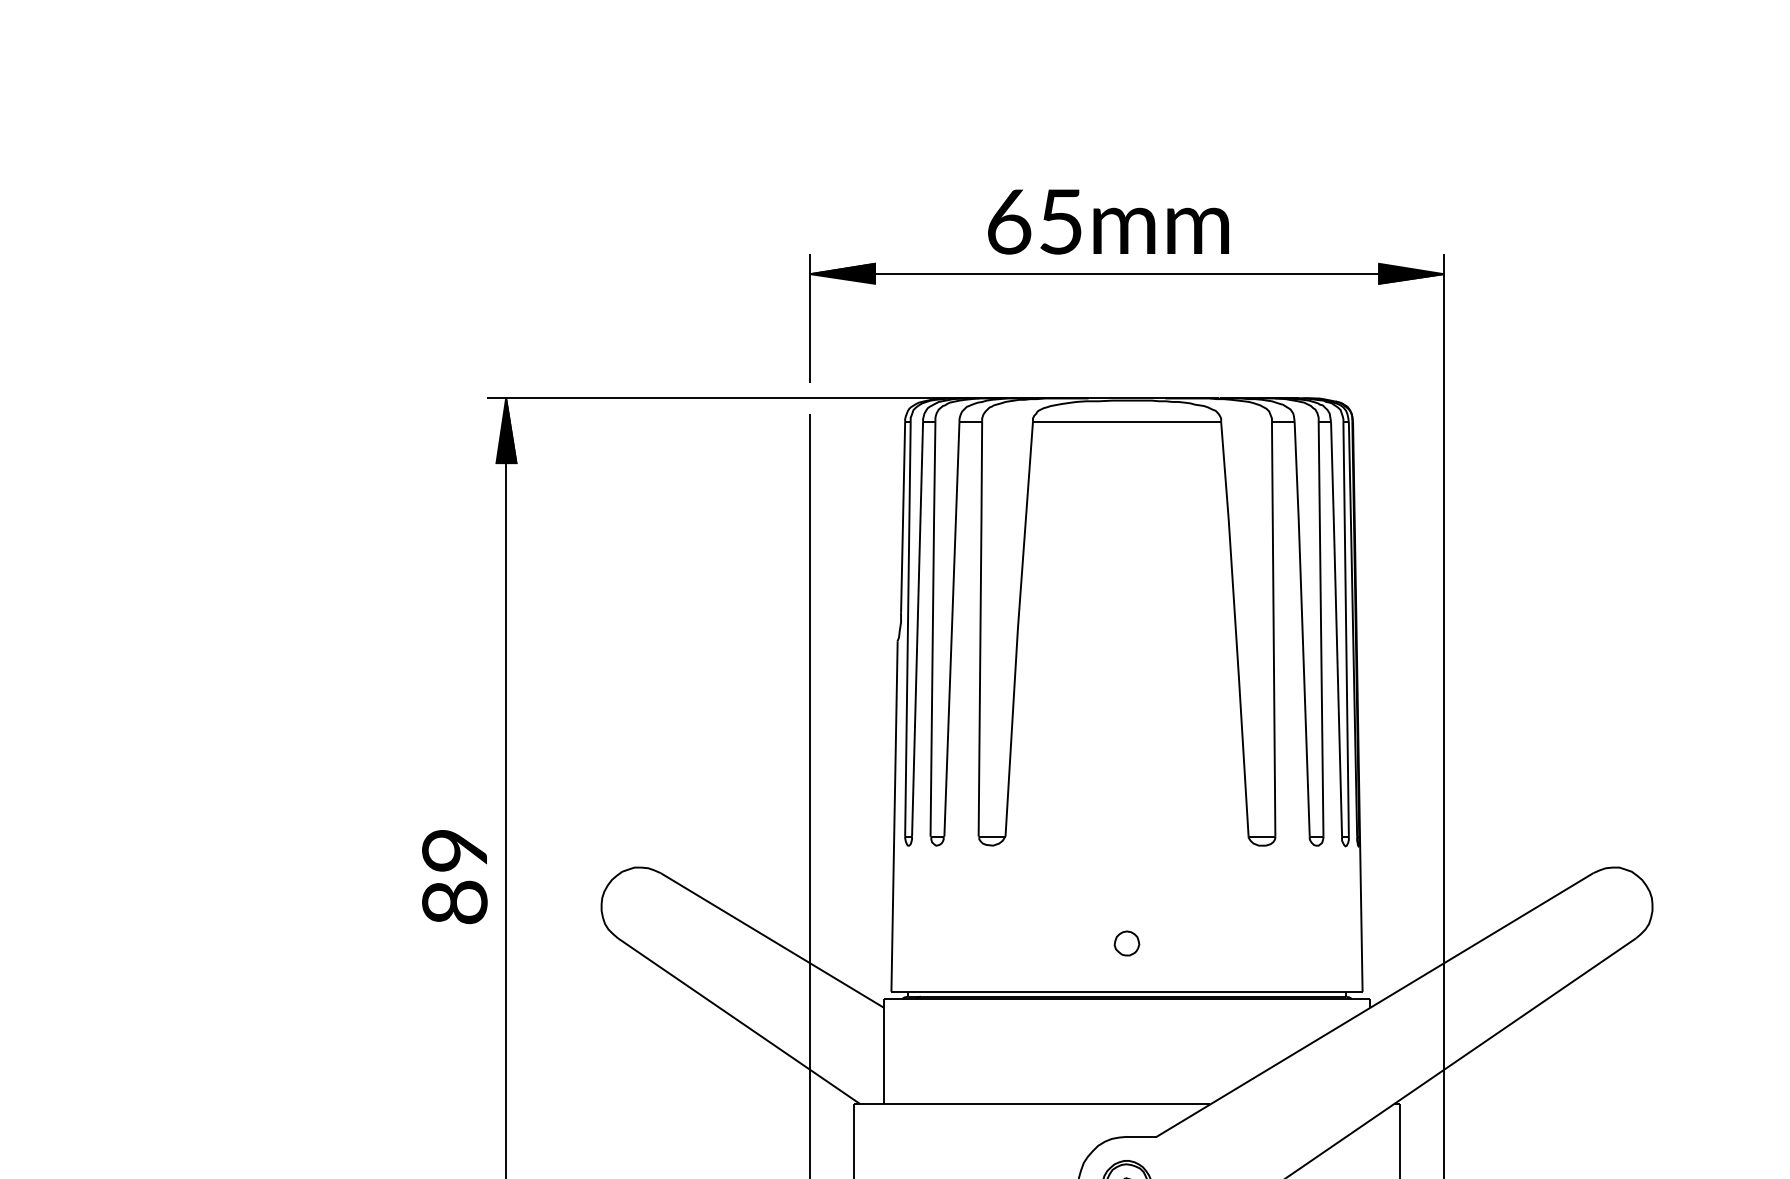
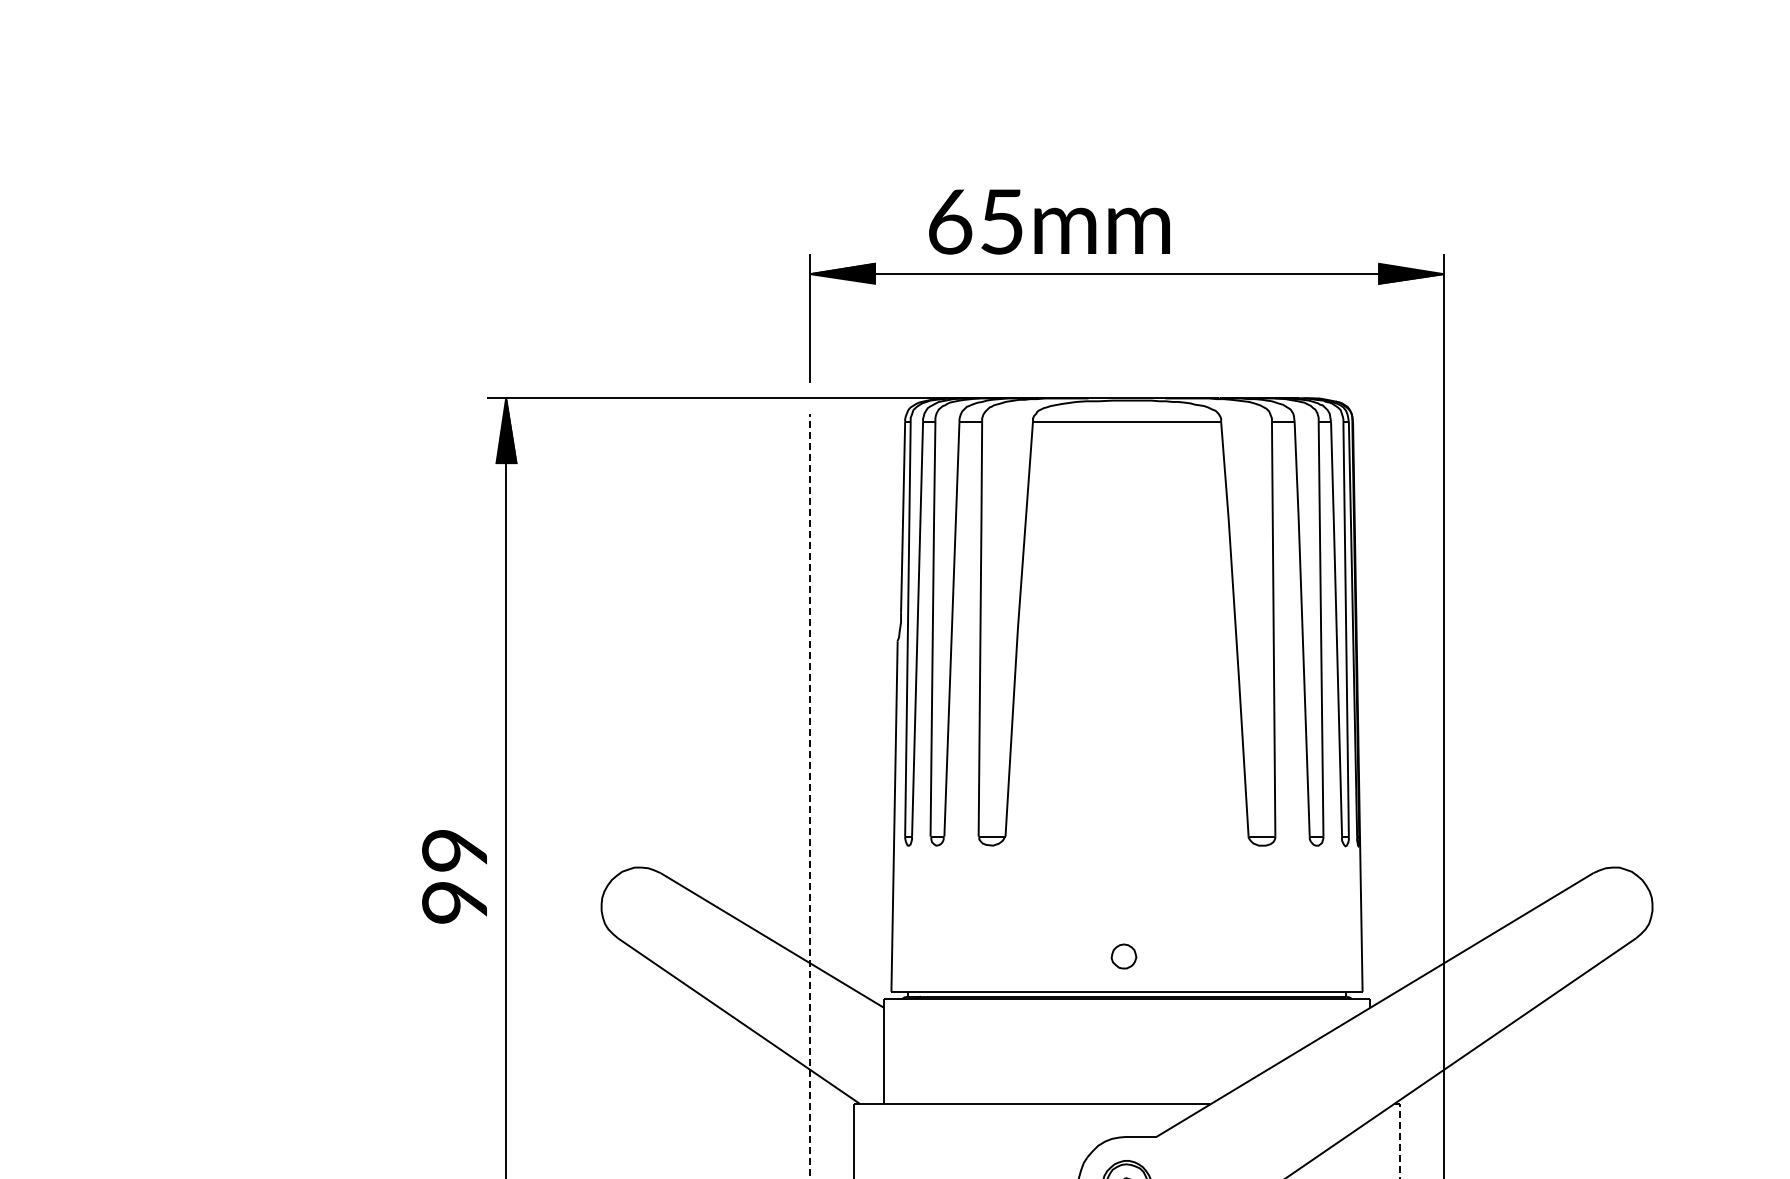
text at (1108, 221) position: (1108, 221) -> (1049, 221)
line at (810, 795): solid -> dashed
text at (456, 902): 89 -> 99
part at (1126, 943) position: (1126, 943) -> (1123, 956)
line at (1399, 1140): solid -> dashed
